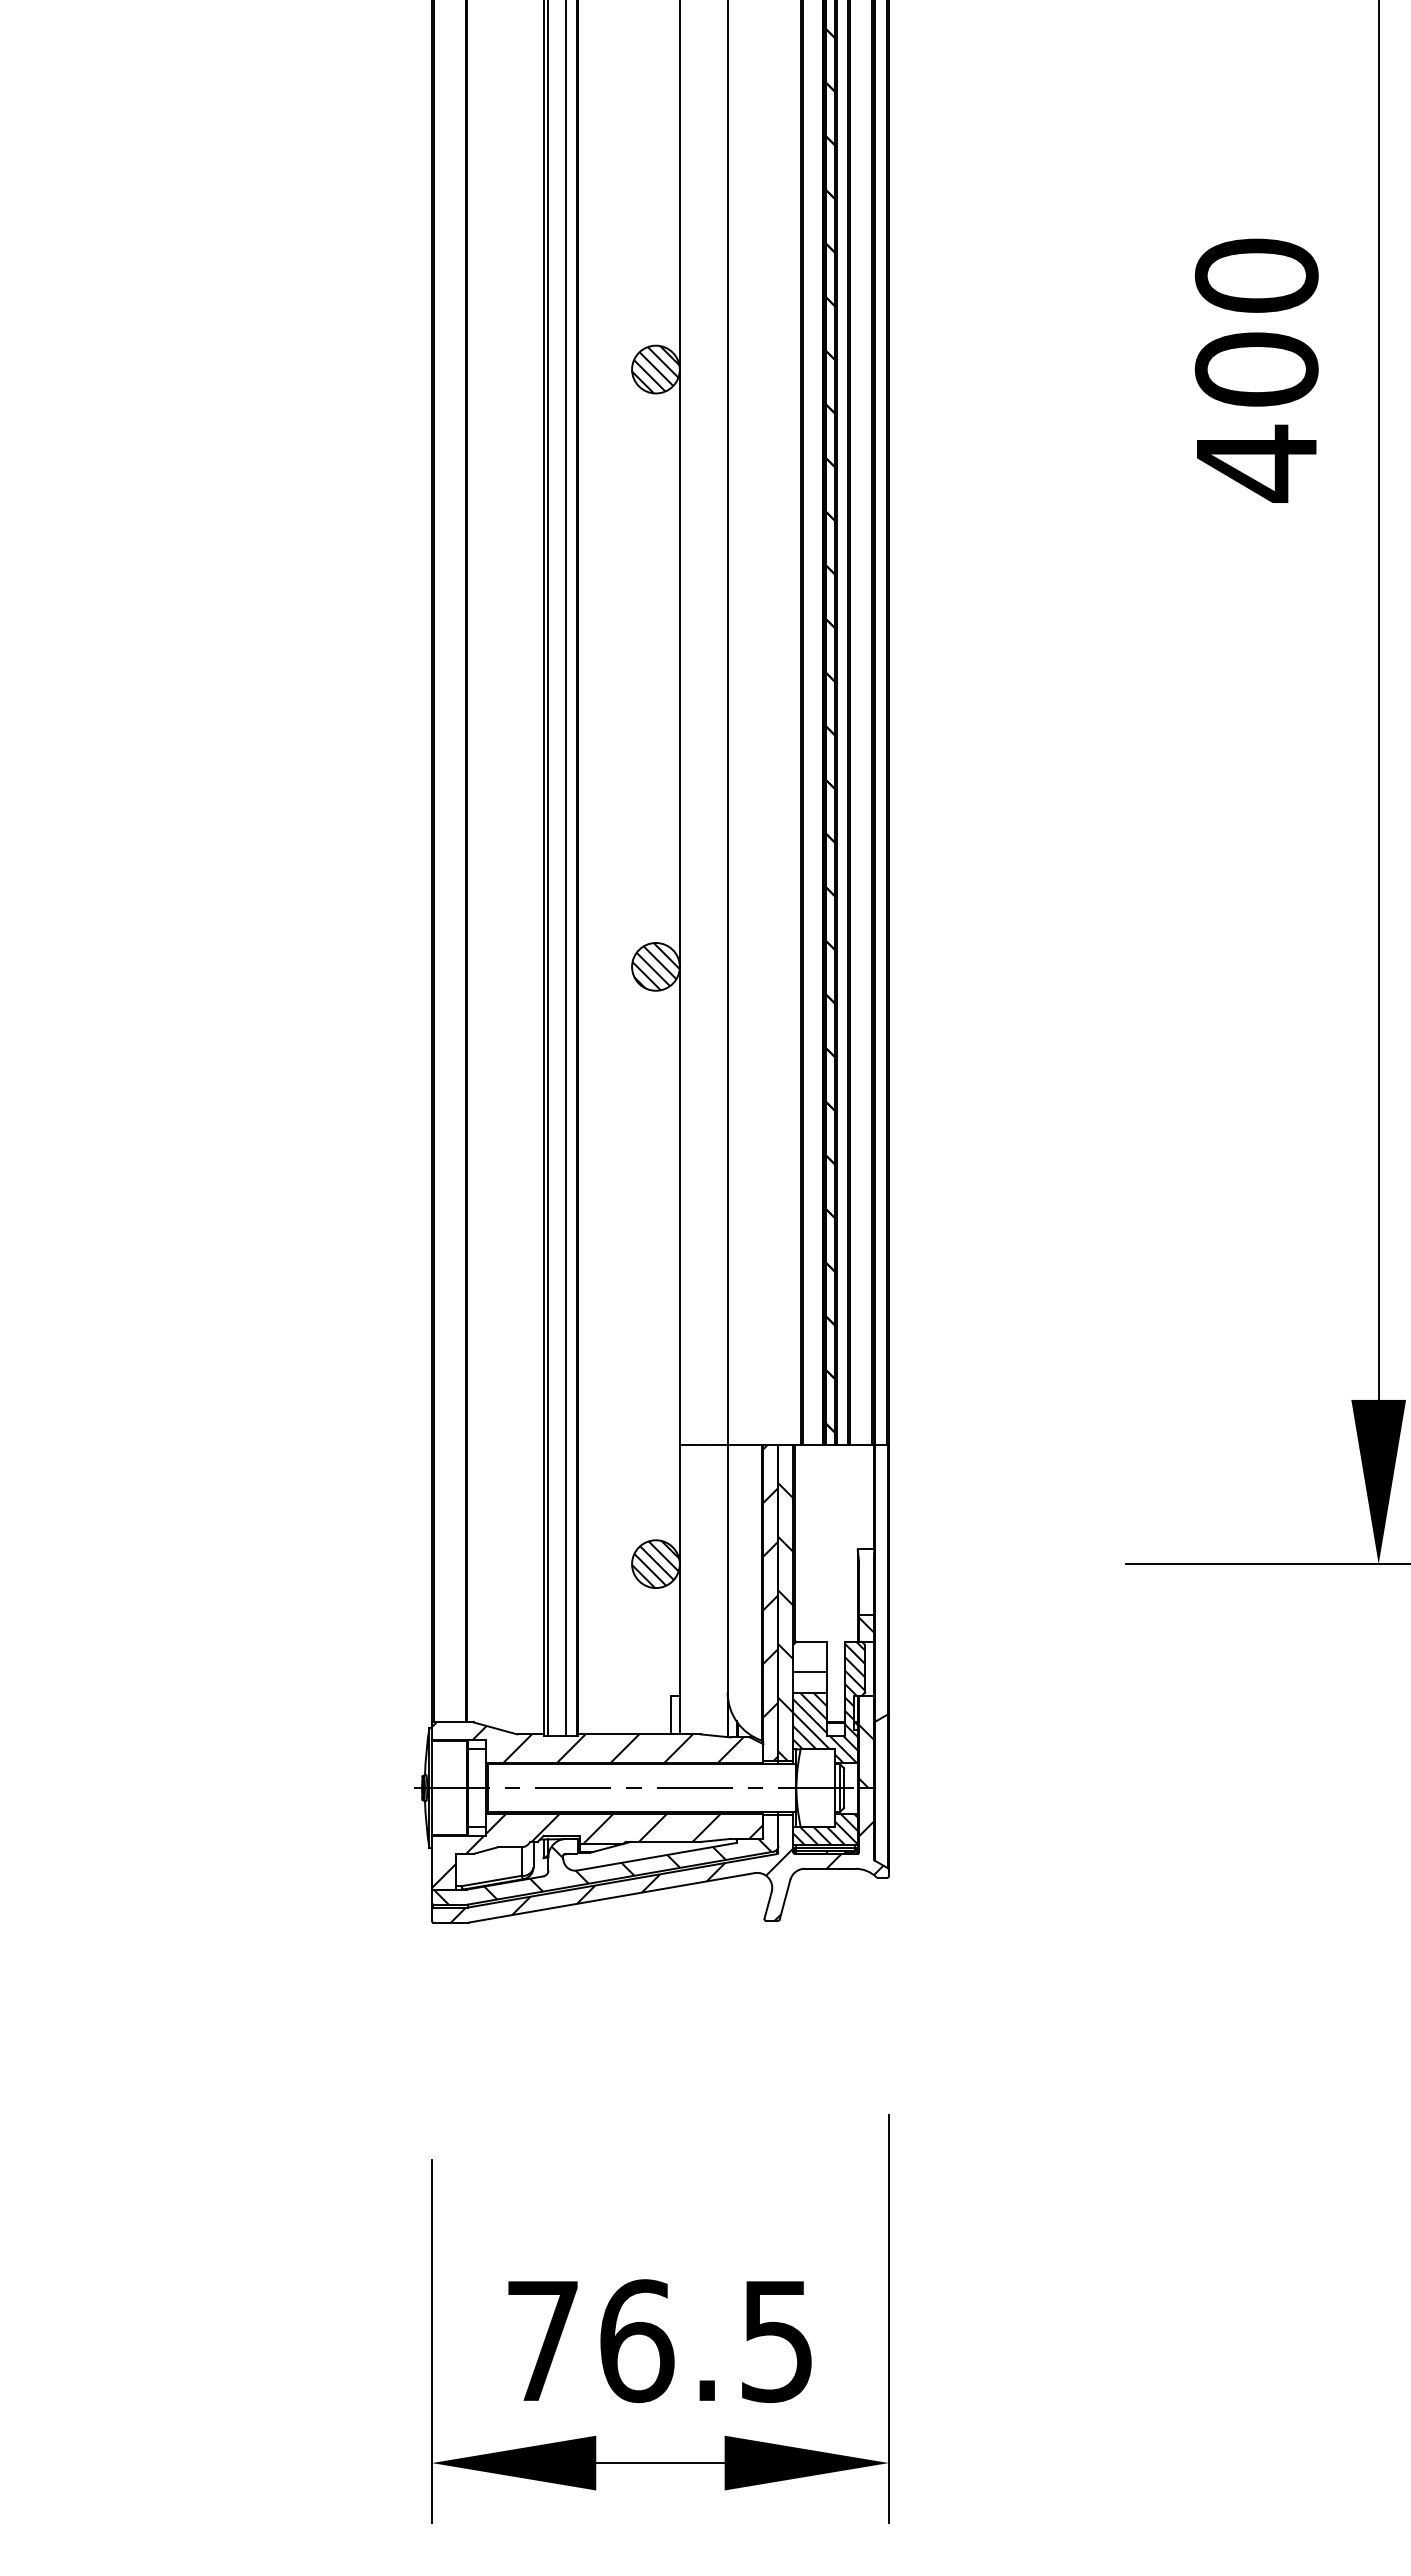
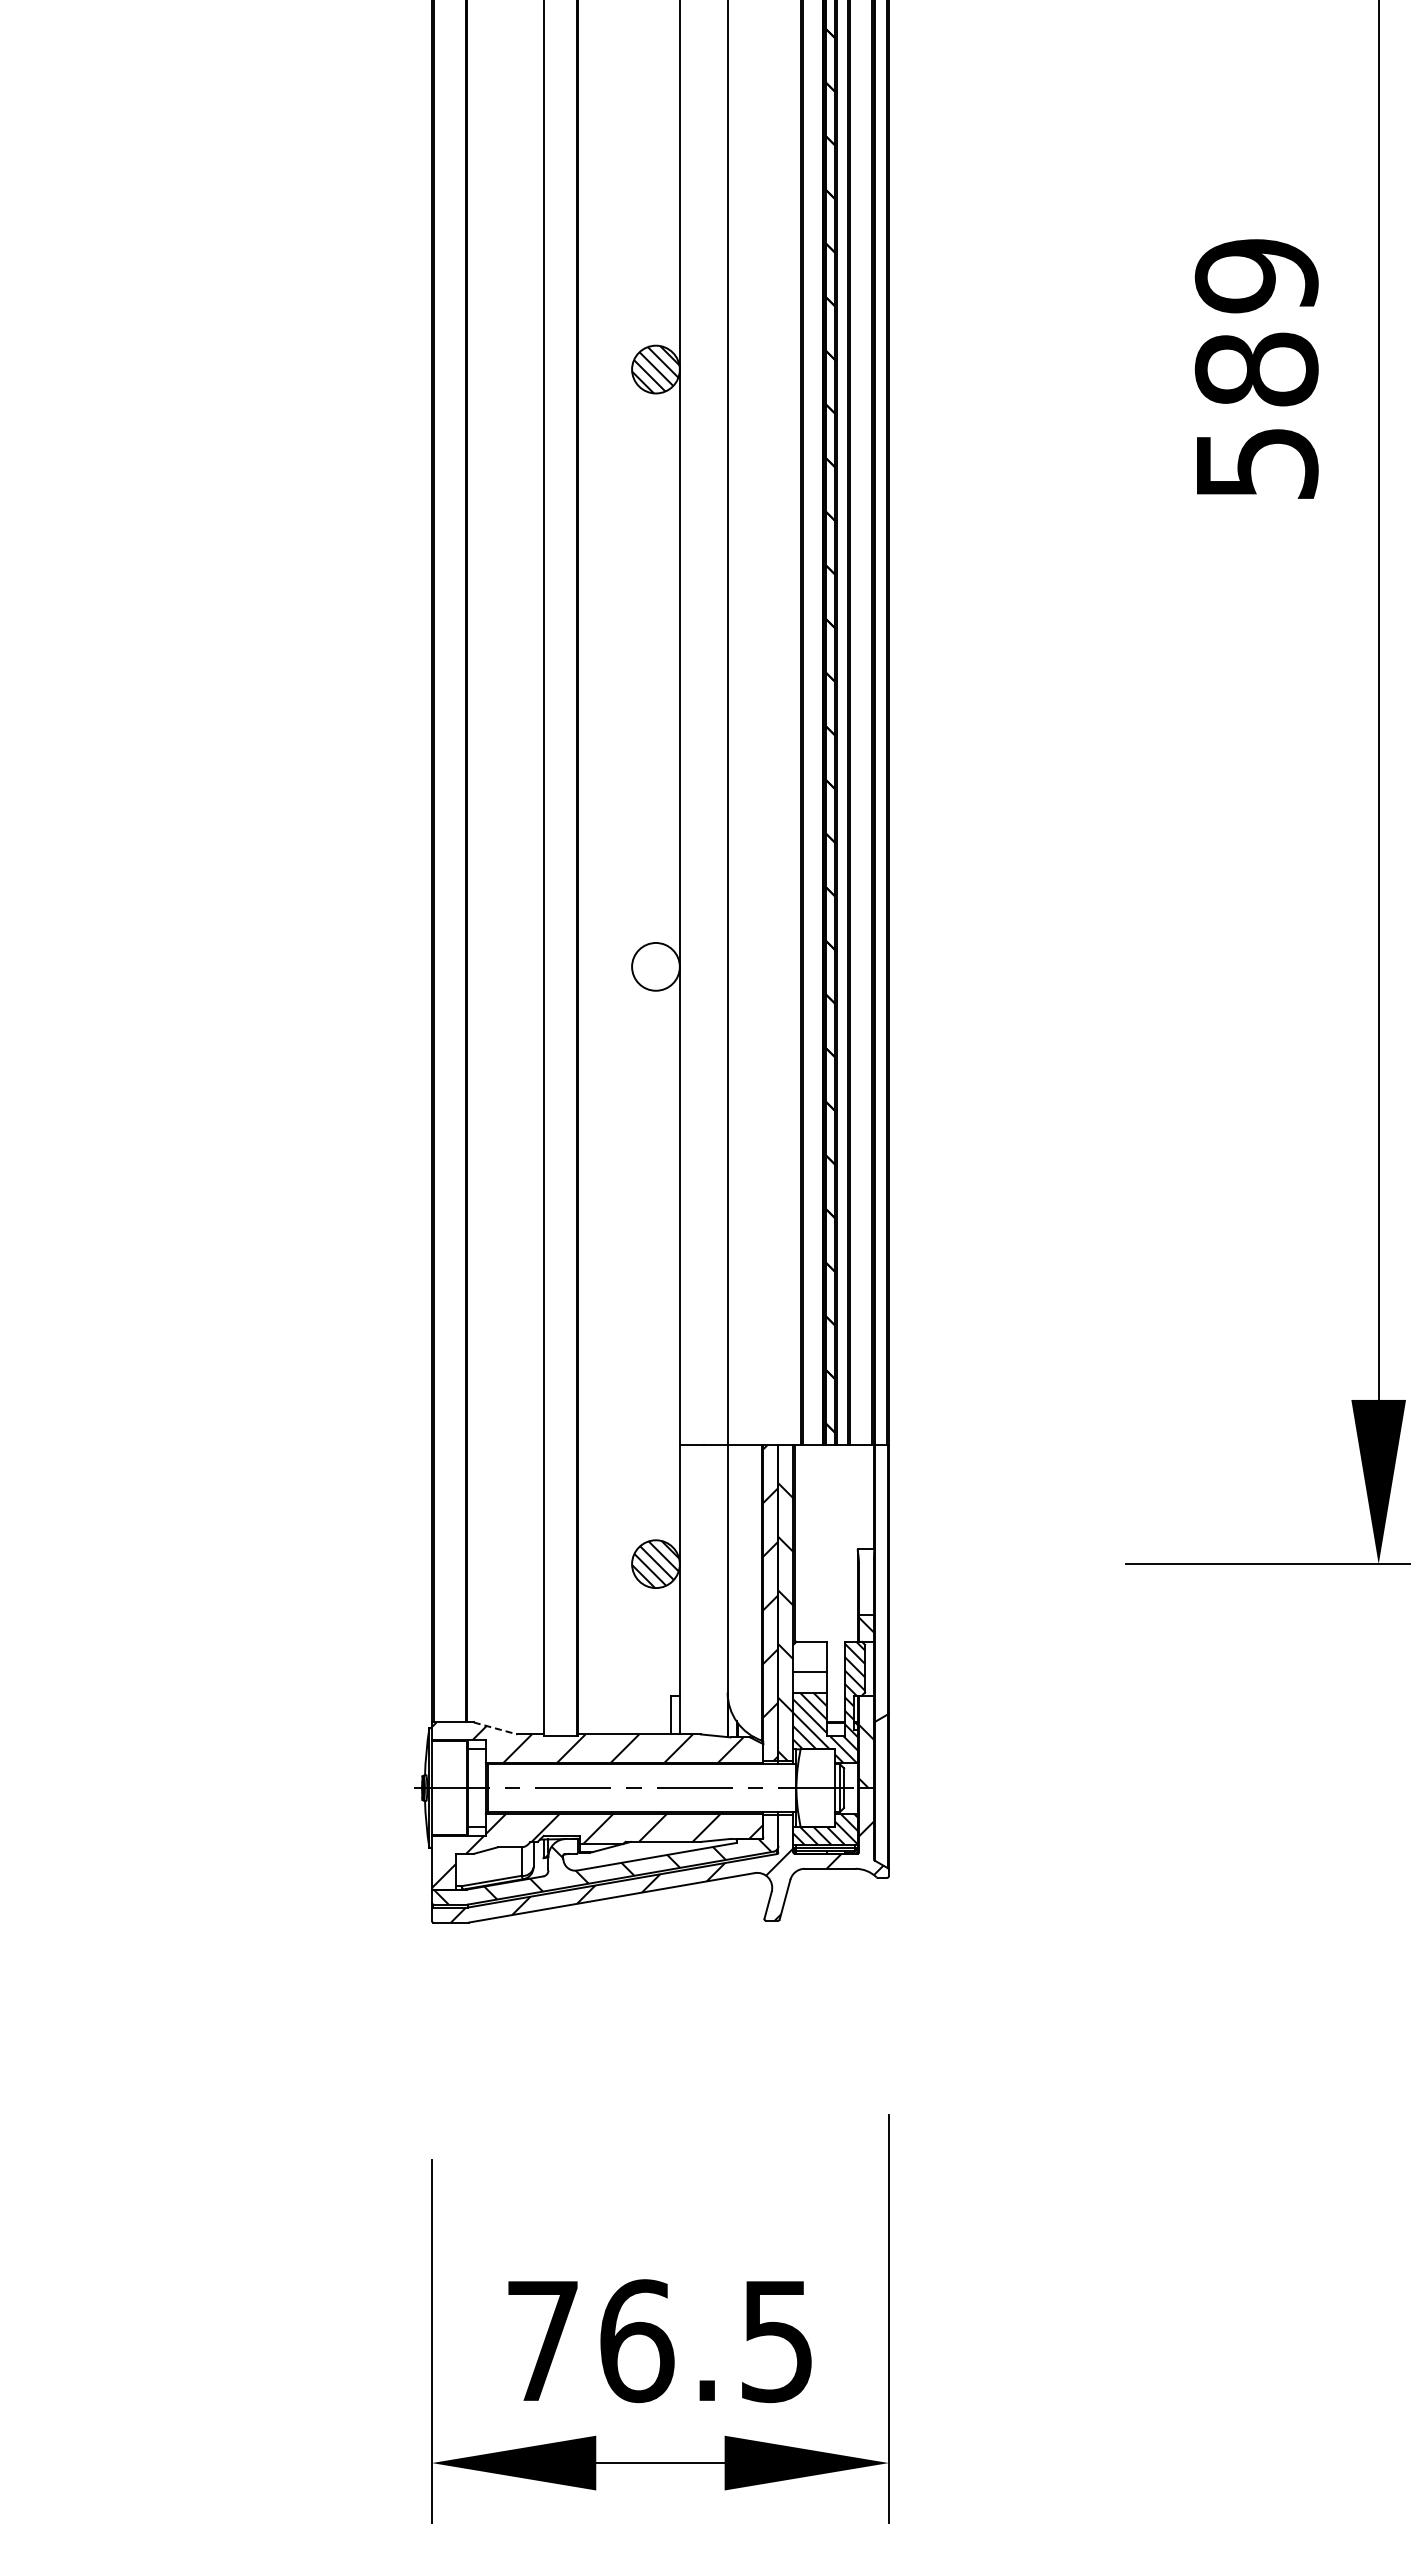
text at (1256, 370): 400 -> 589
line at (548, 868): present -> none
line at (566, 868): present -> none
hatch at (655, 966): present -> none
line at (495, 1728): solid -> dashed
